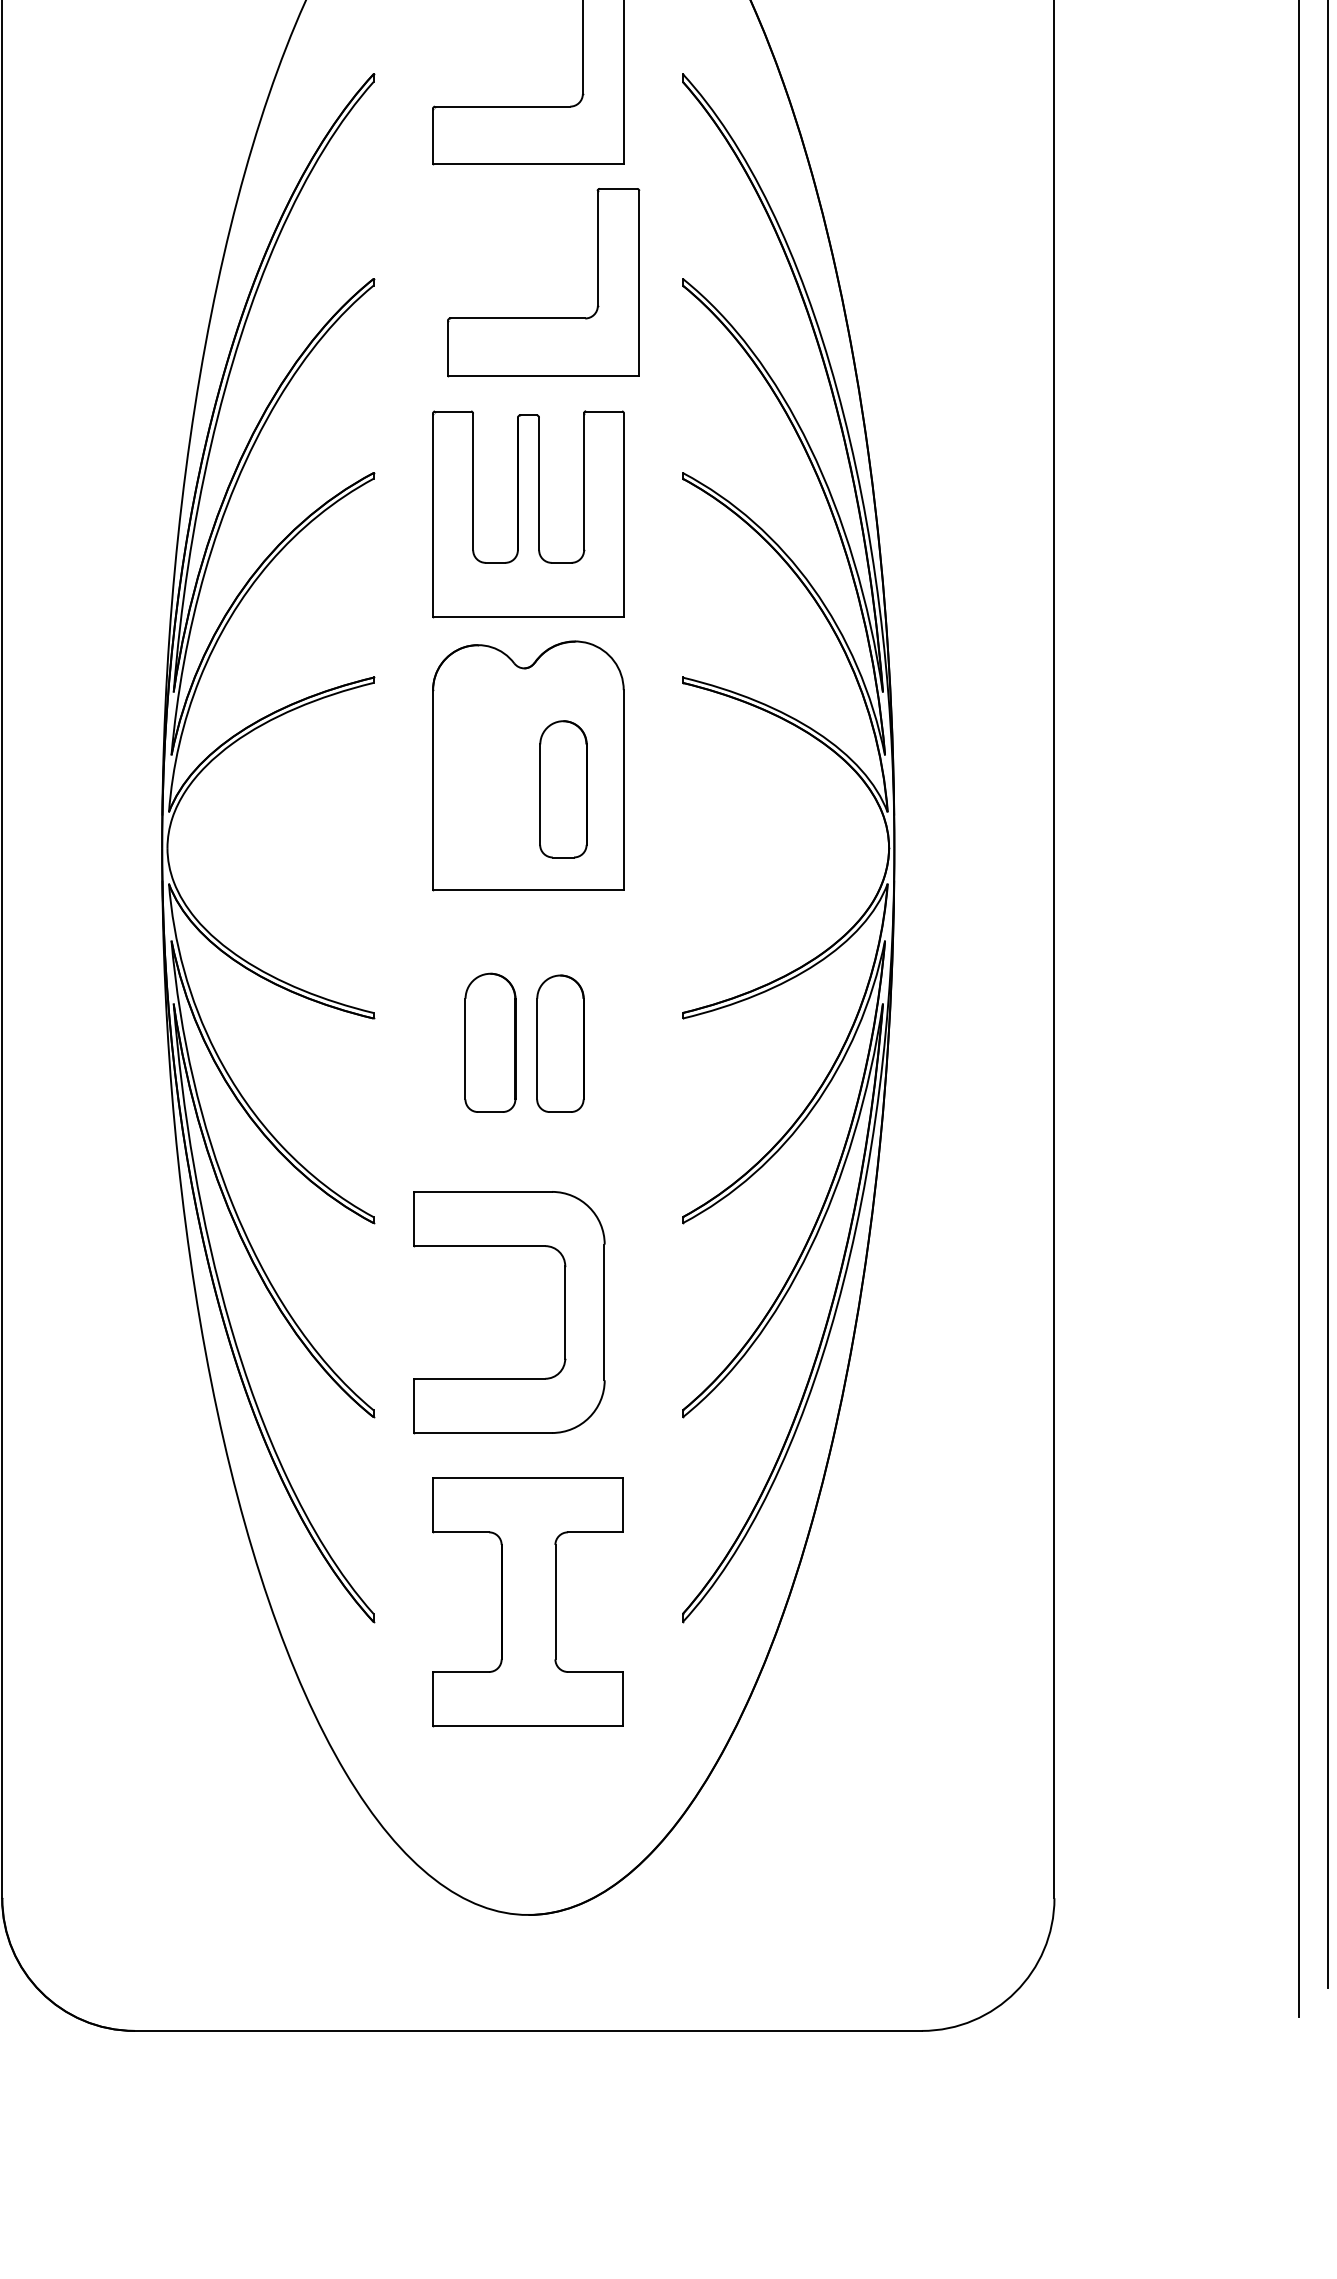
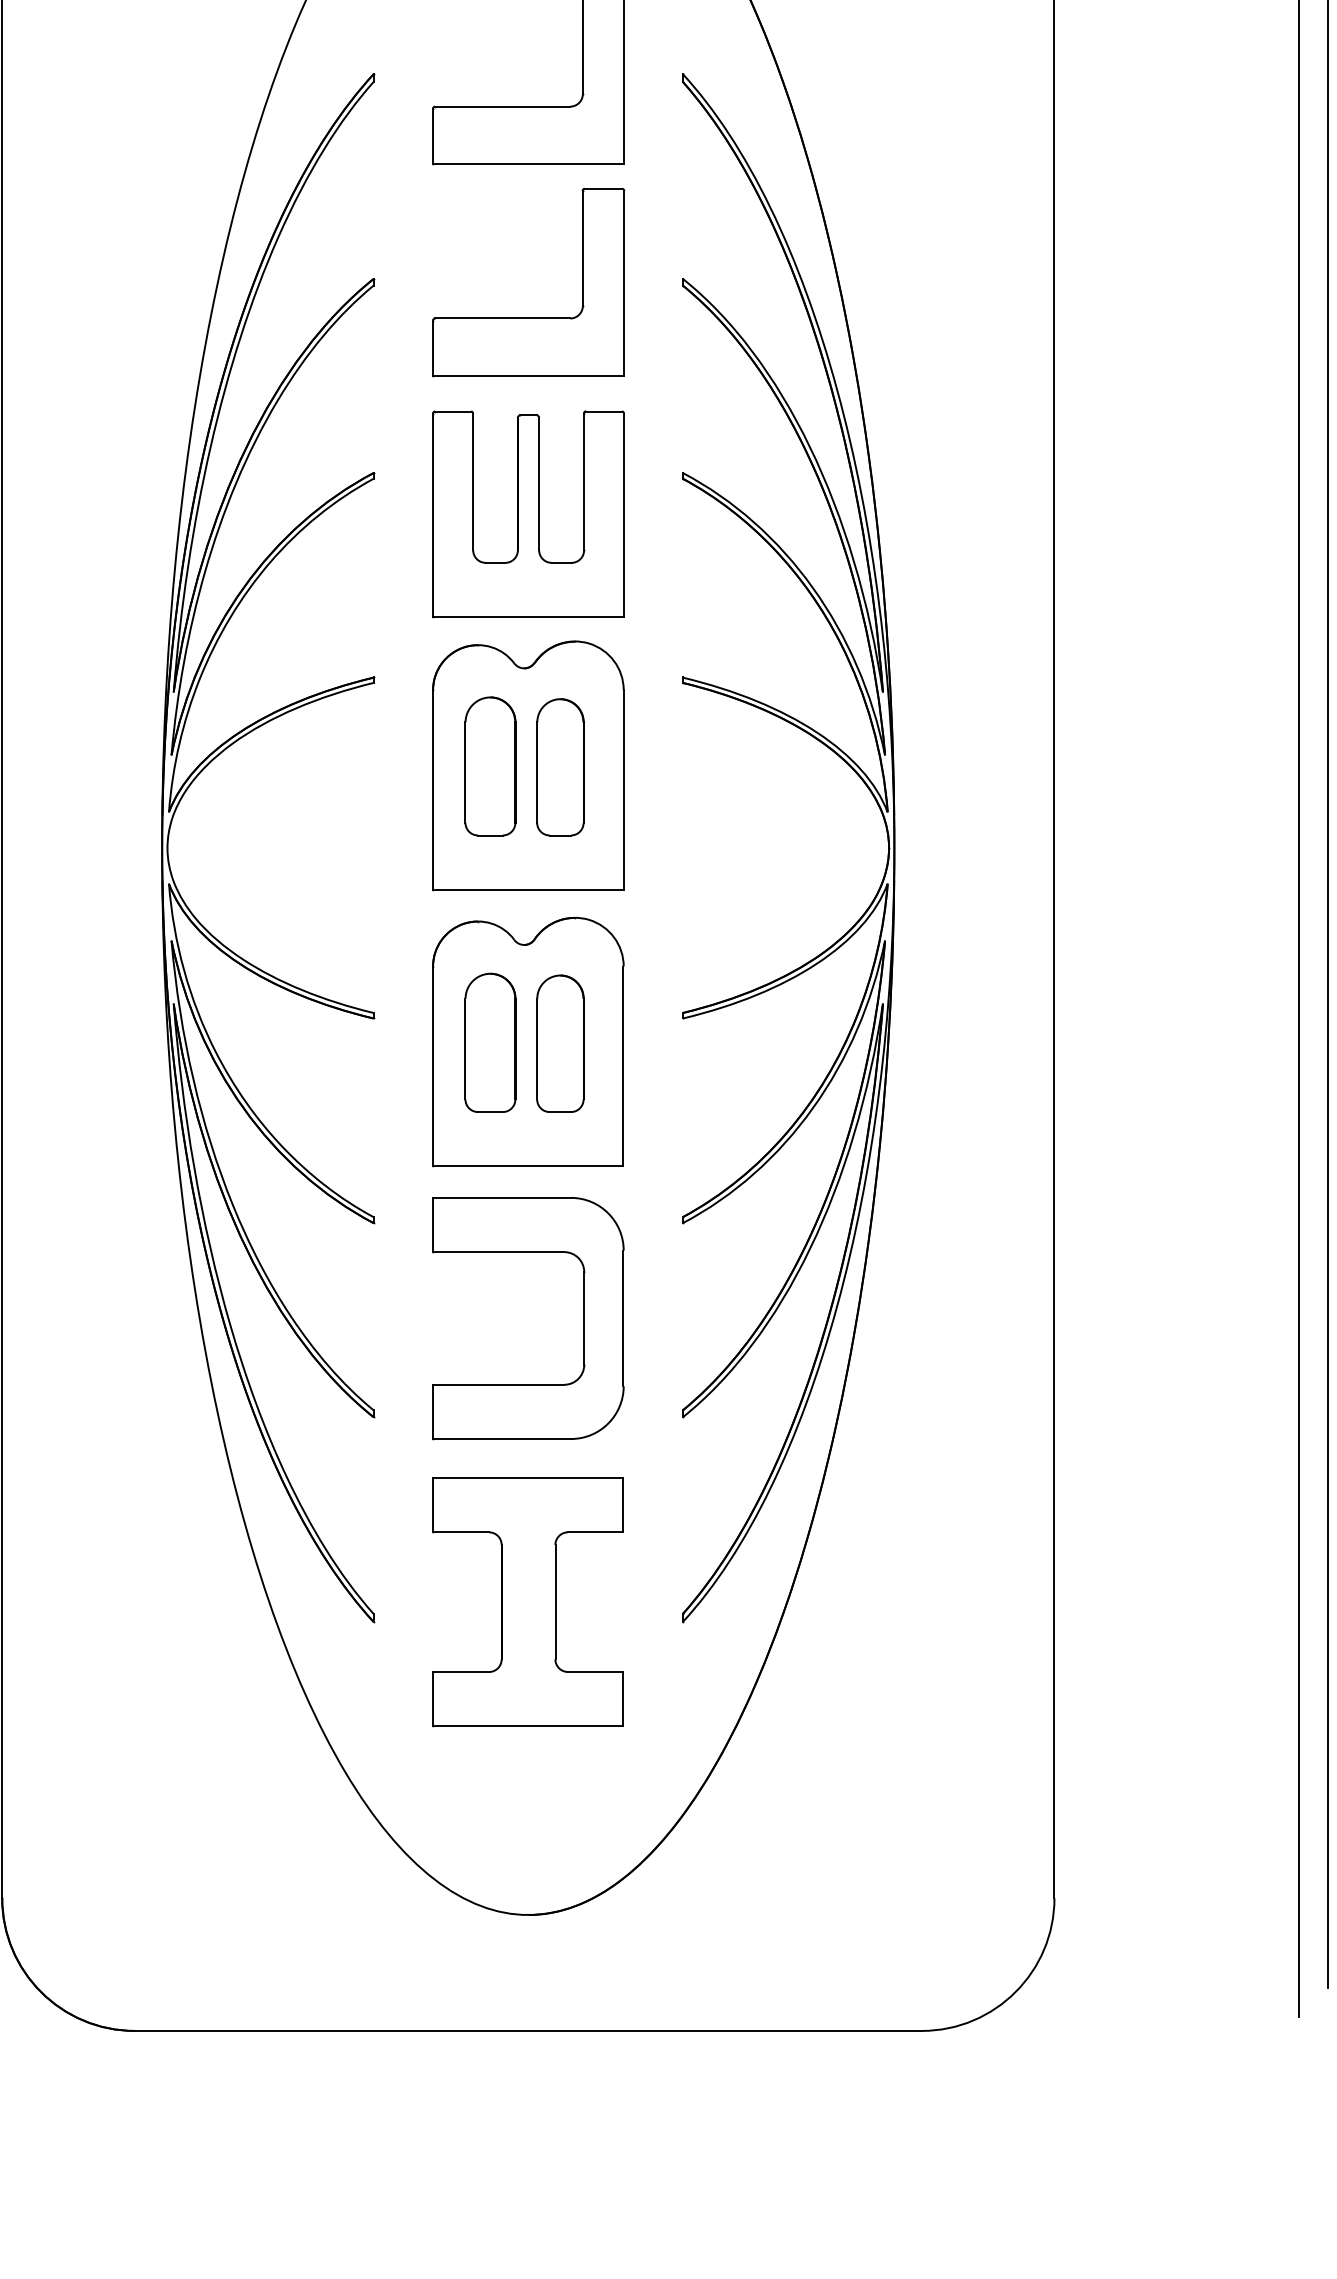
part at (543, 317) position: (543, 317) -> (528, 317)
part at (490, 766): none -> present
part at (563, 789) position: (563, 789) -> (560, 767)
part at (528, 1041): none -> present
part at (564, 1312) position: (564, 1312) -> (583, 1318)
